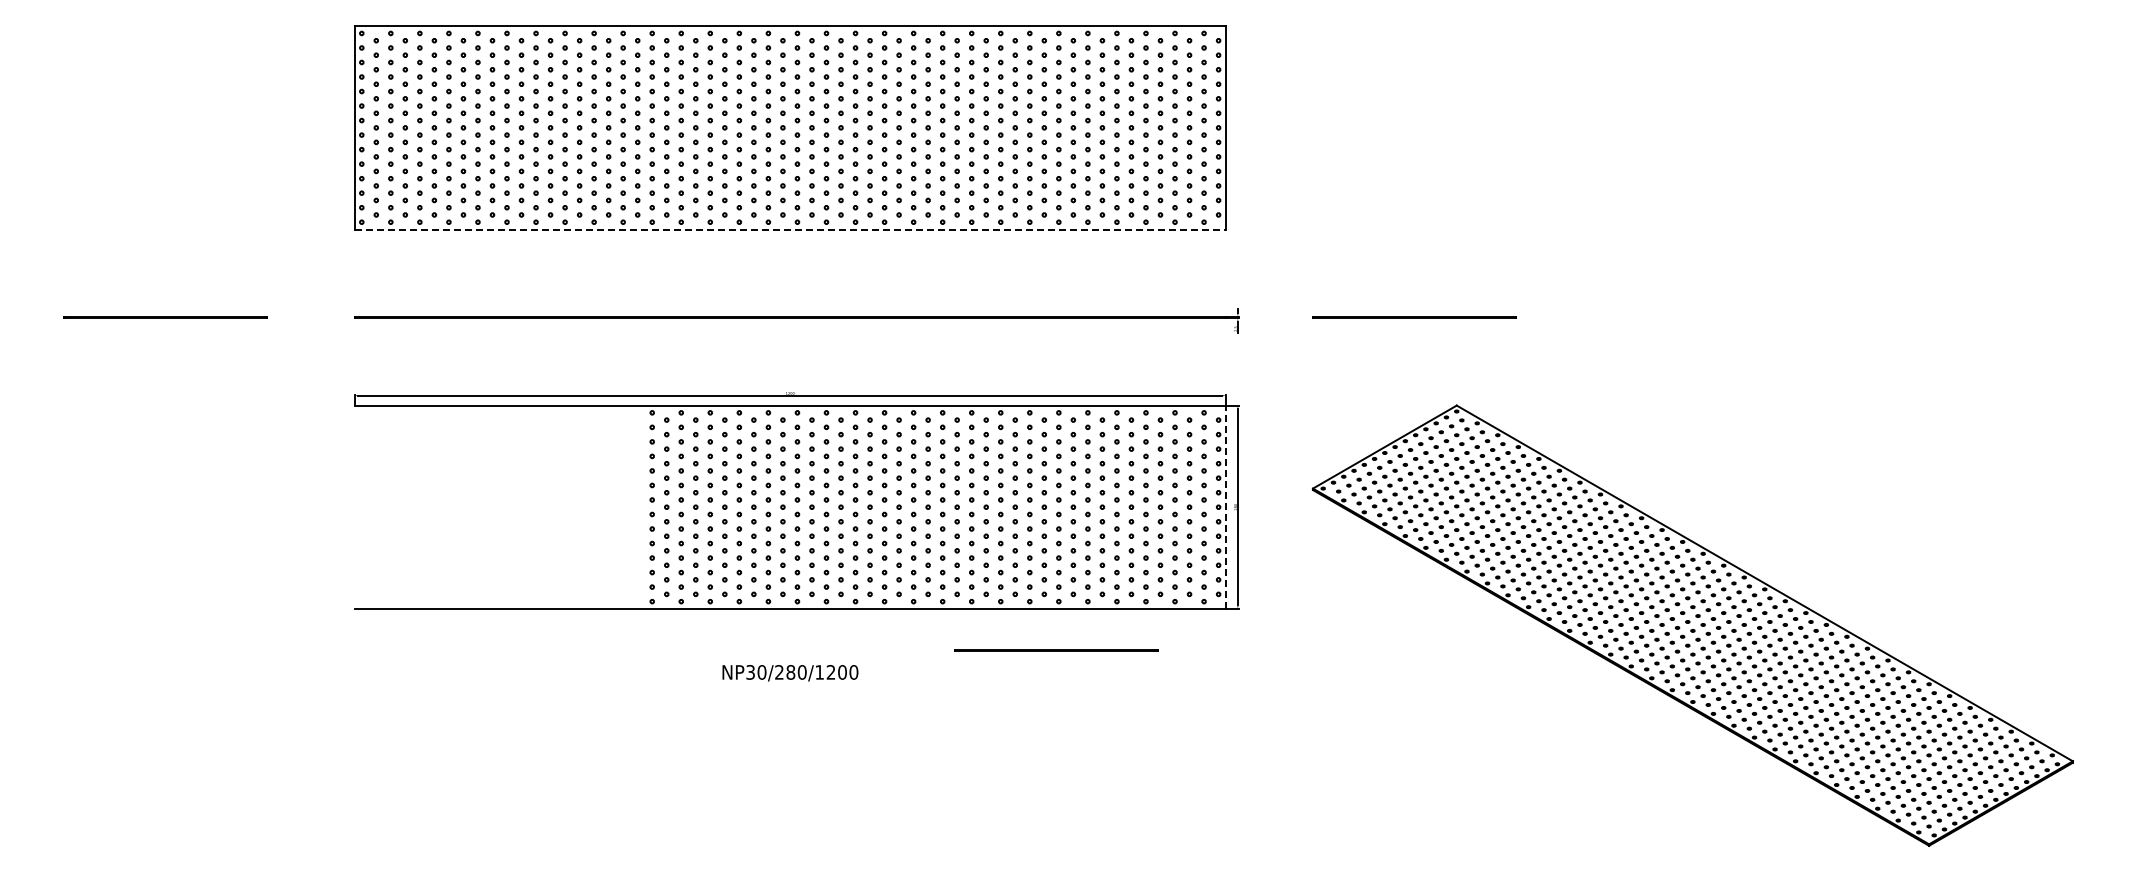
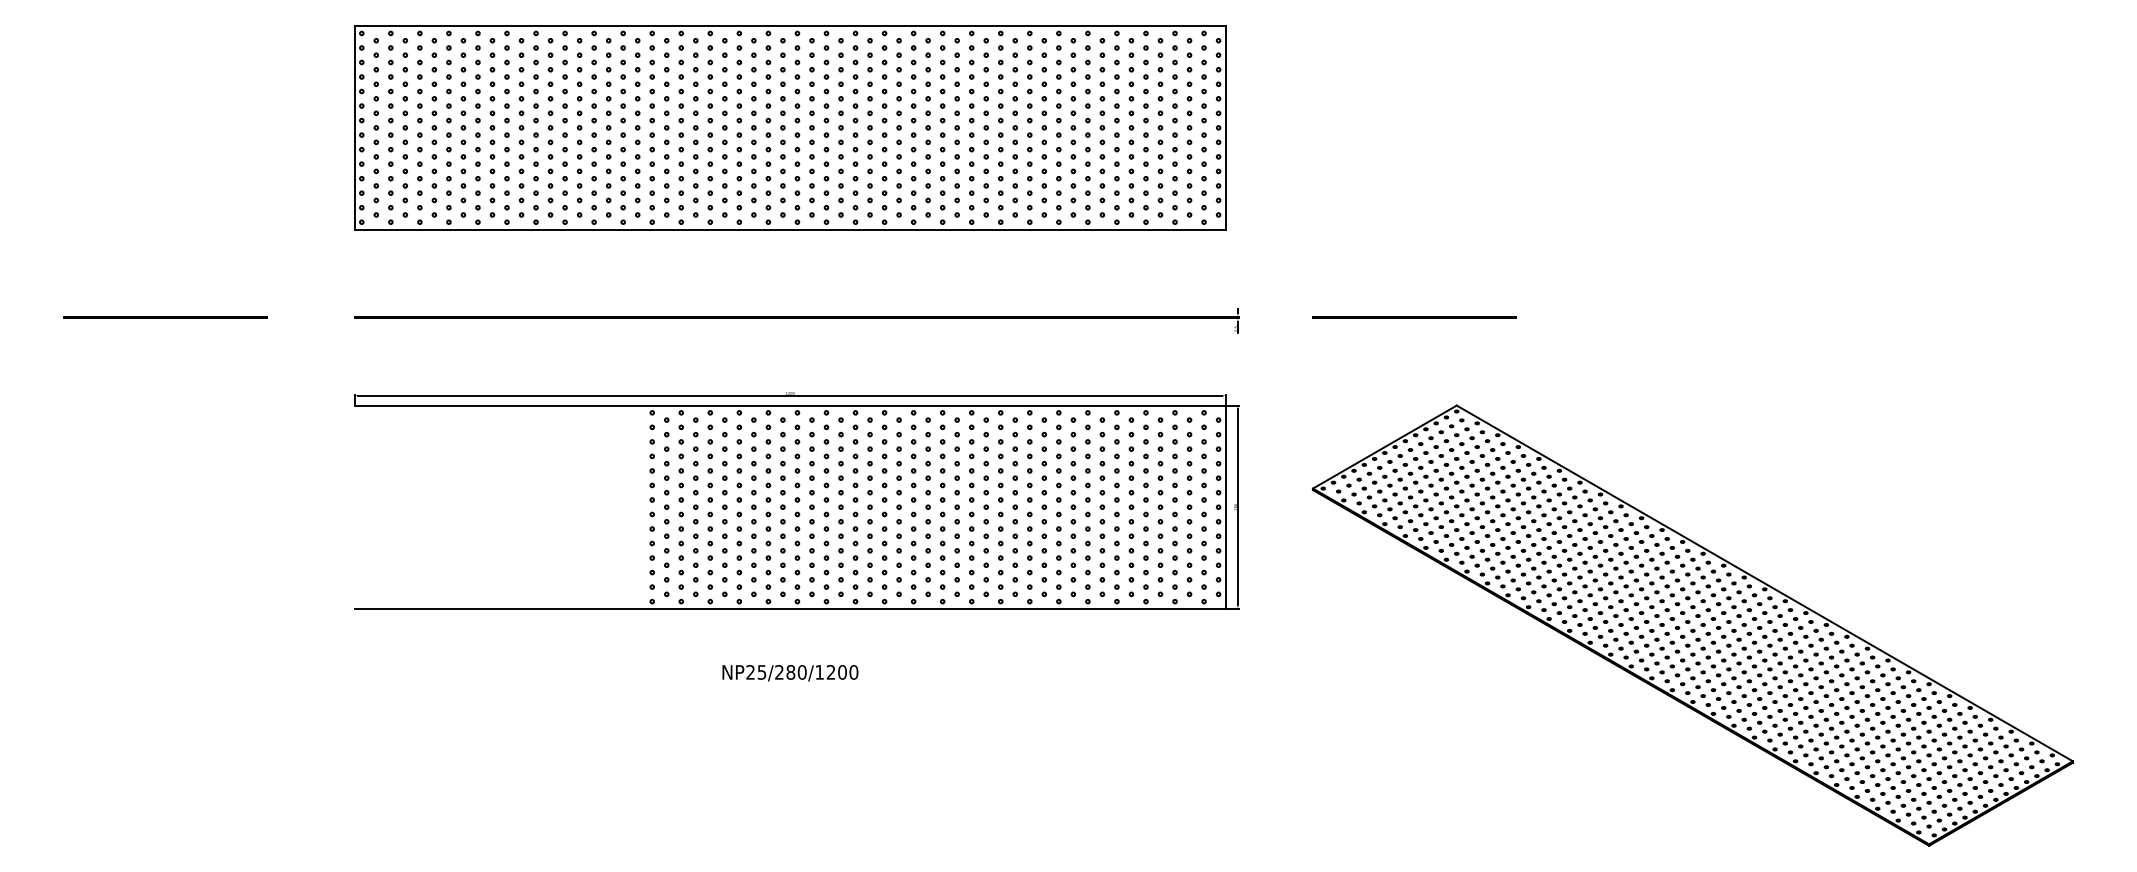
line at (790, 229): dashed -> solid
line at (1225, 507): dashed -> solid
line at (1056, 650): present -> none
text at (756, 672): NP30/280/1200 -> NP25/280/1200
